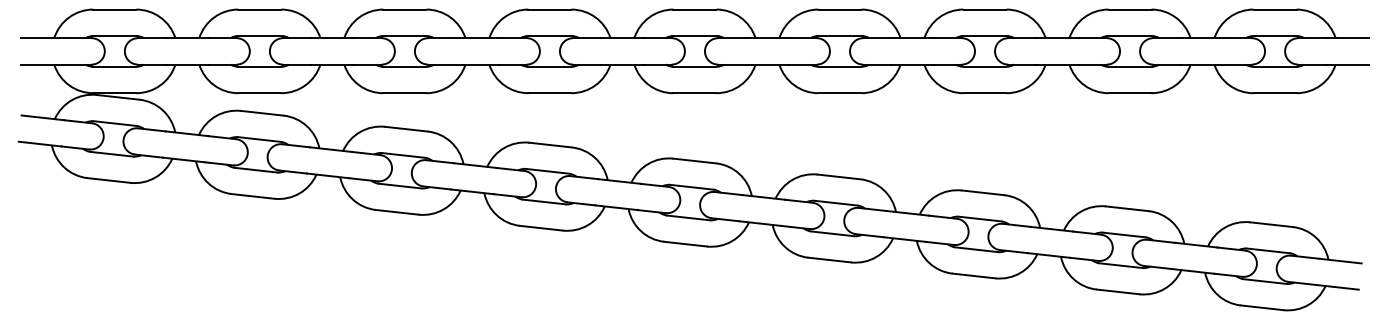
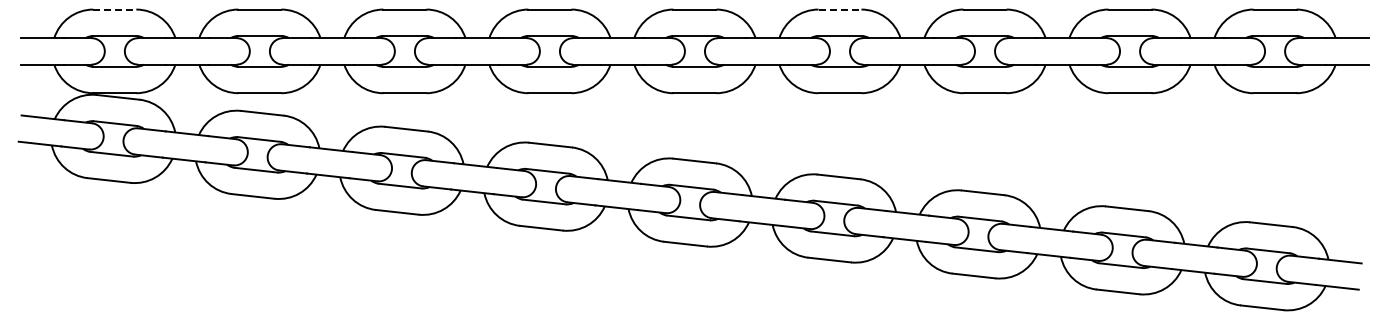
line at (115, 9): solid -> dashed
line at (840, 9): solid -> dashed
